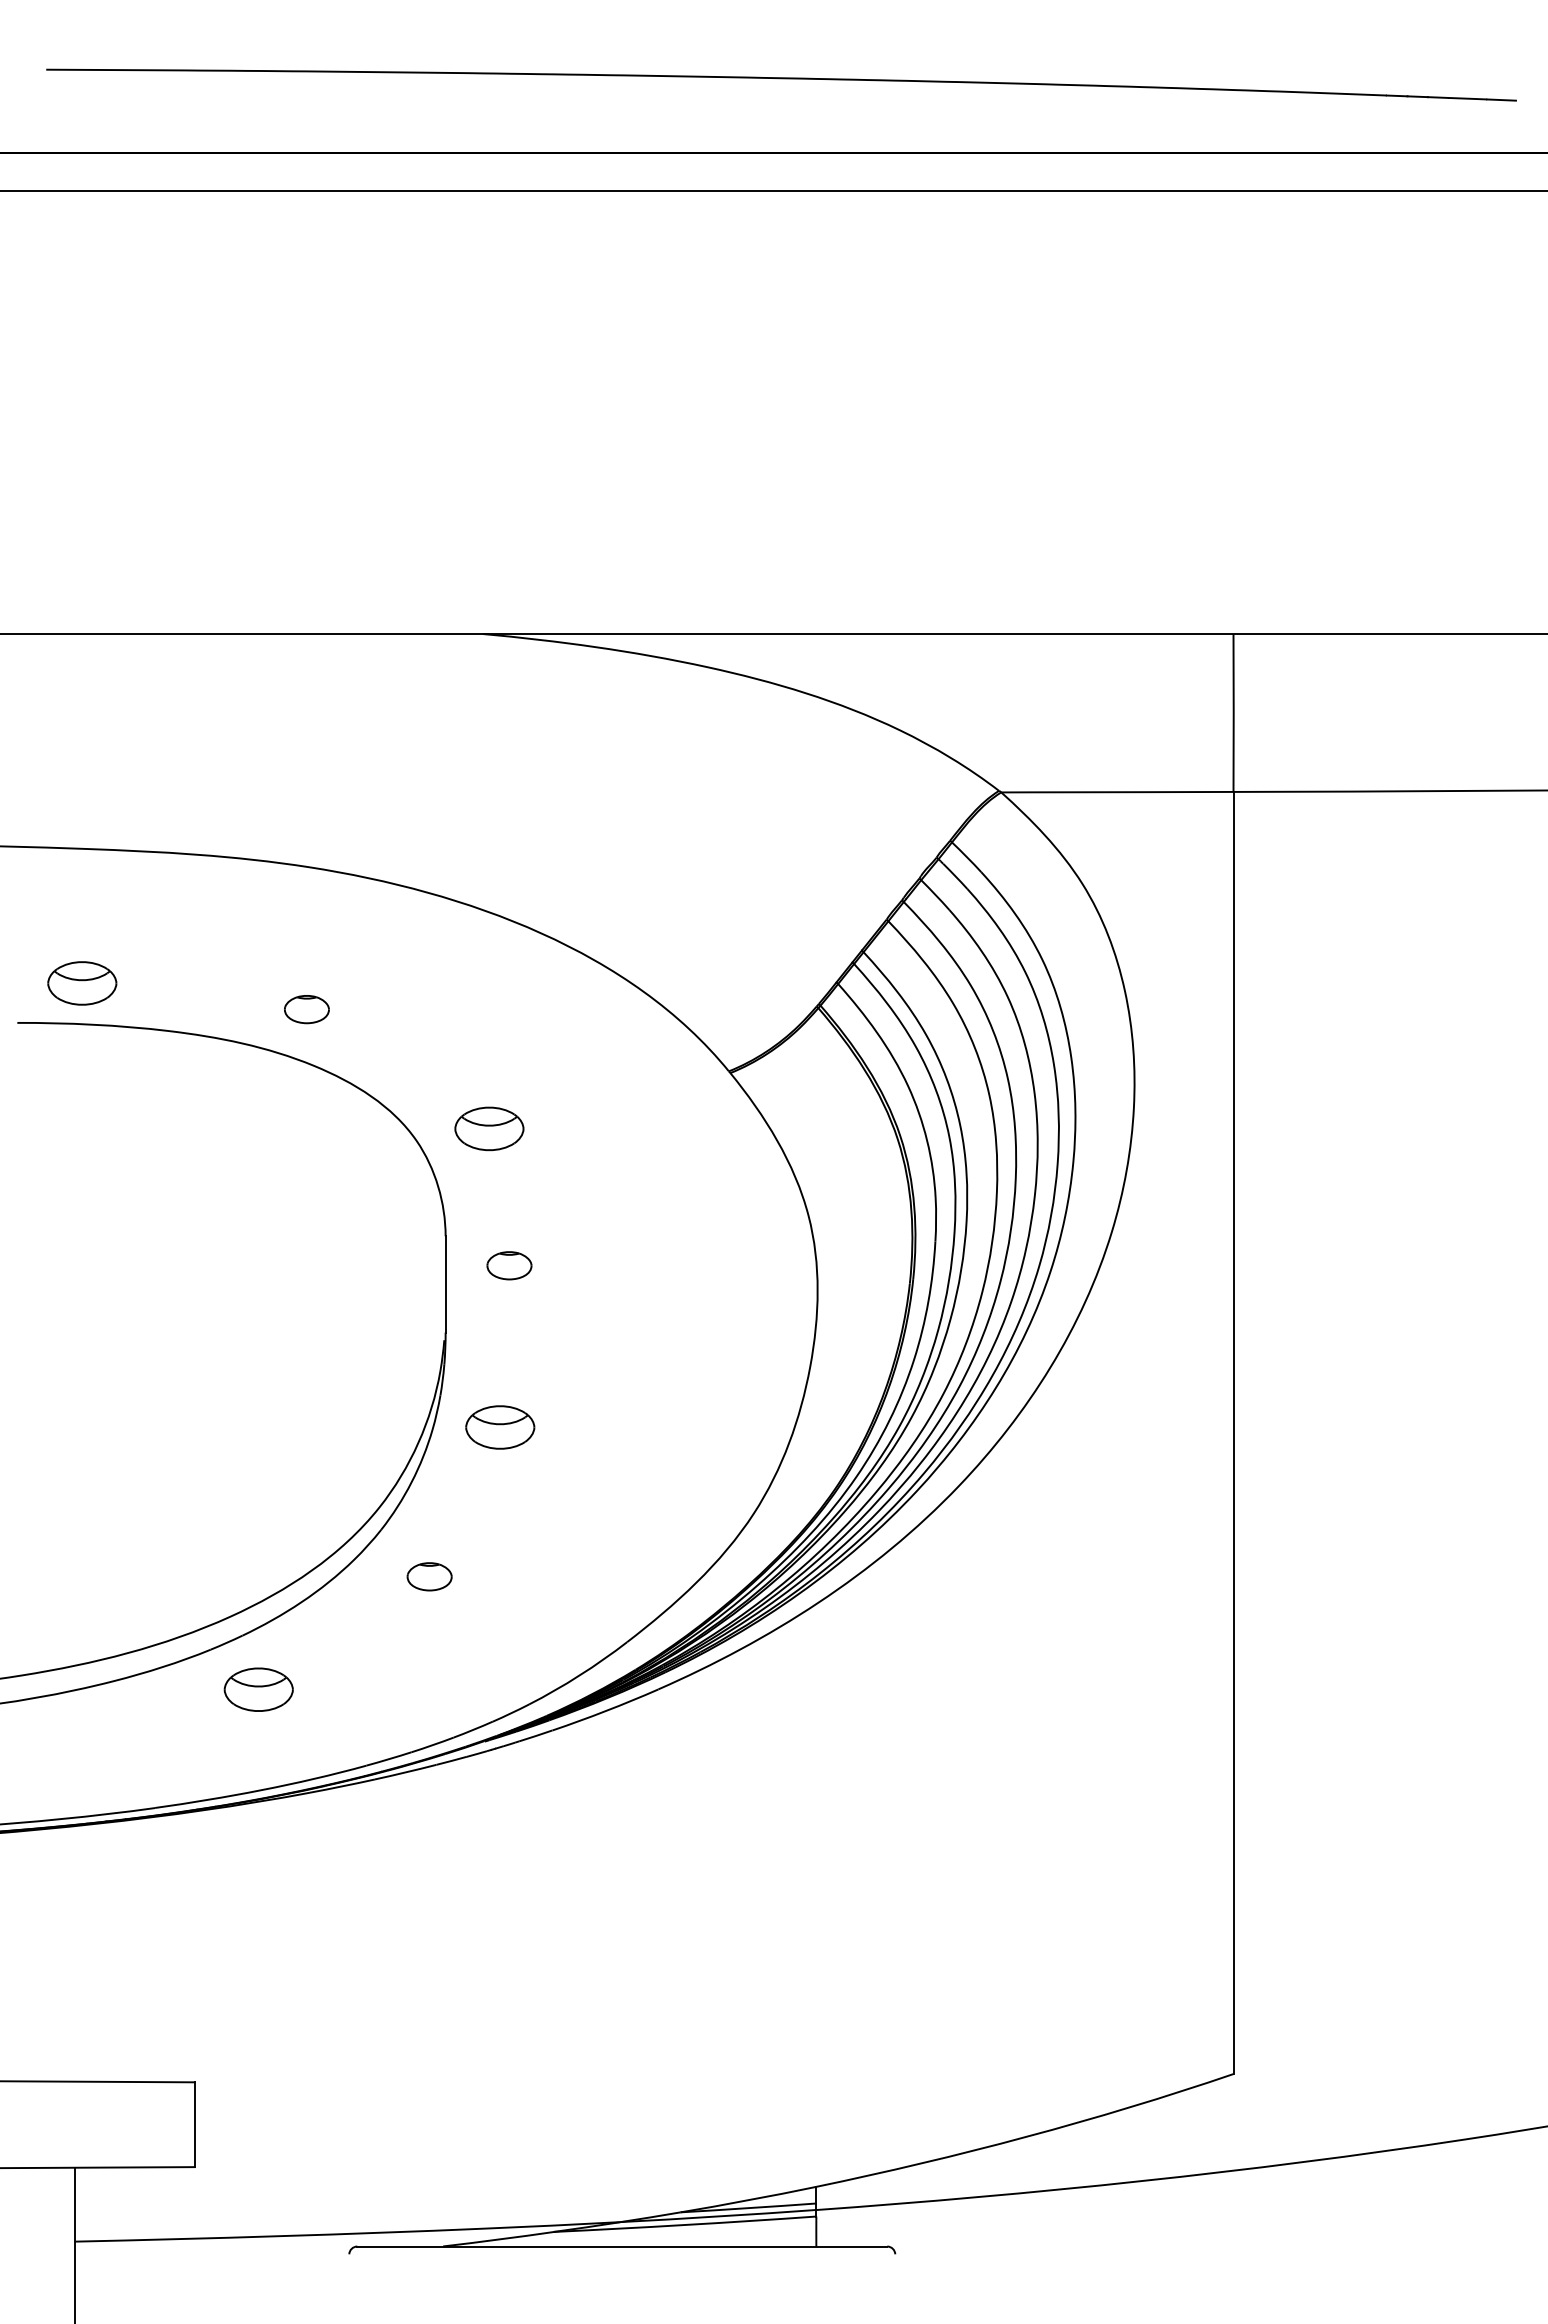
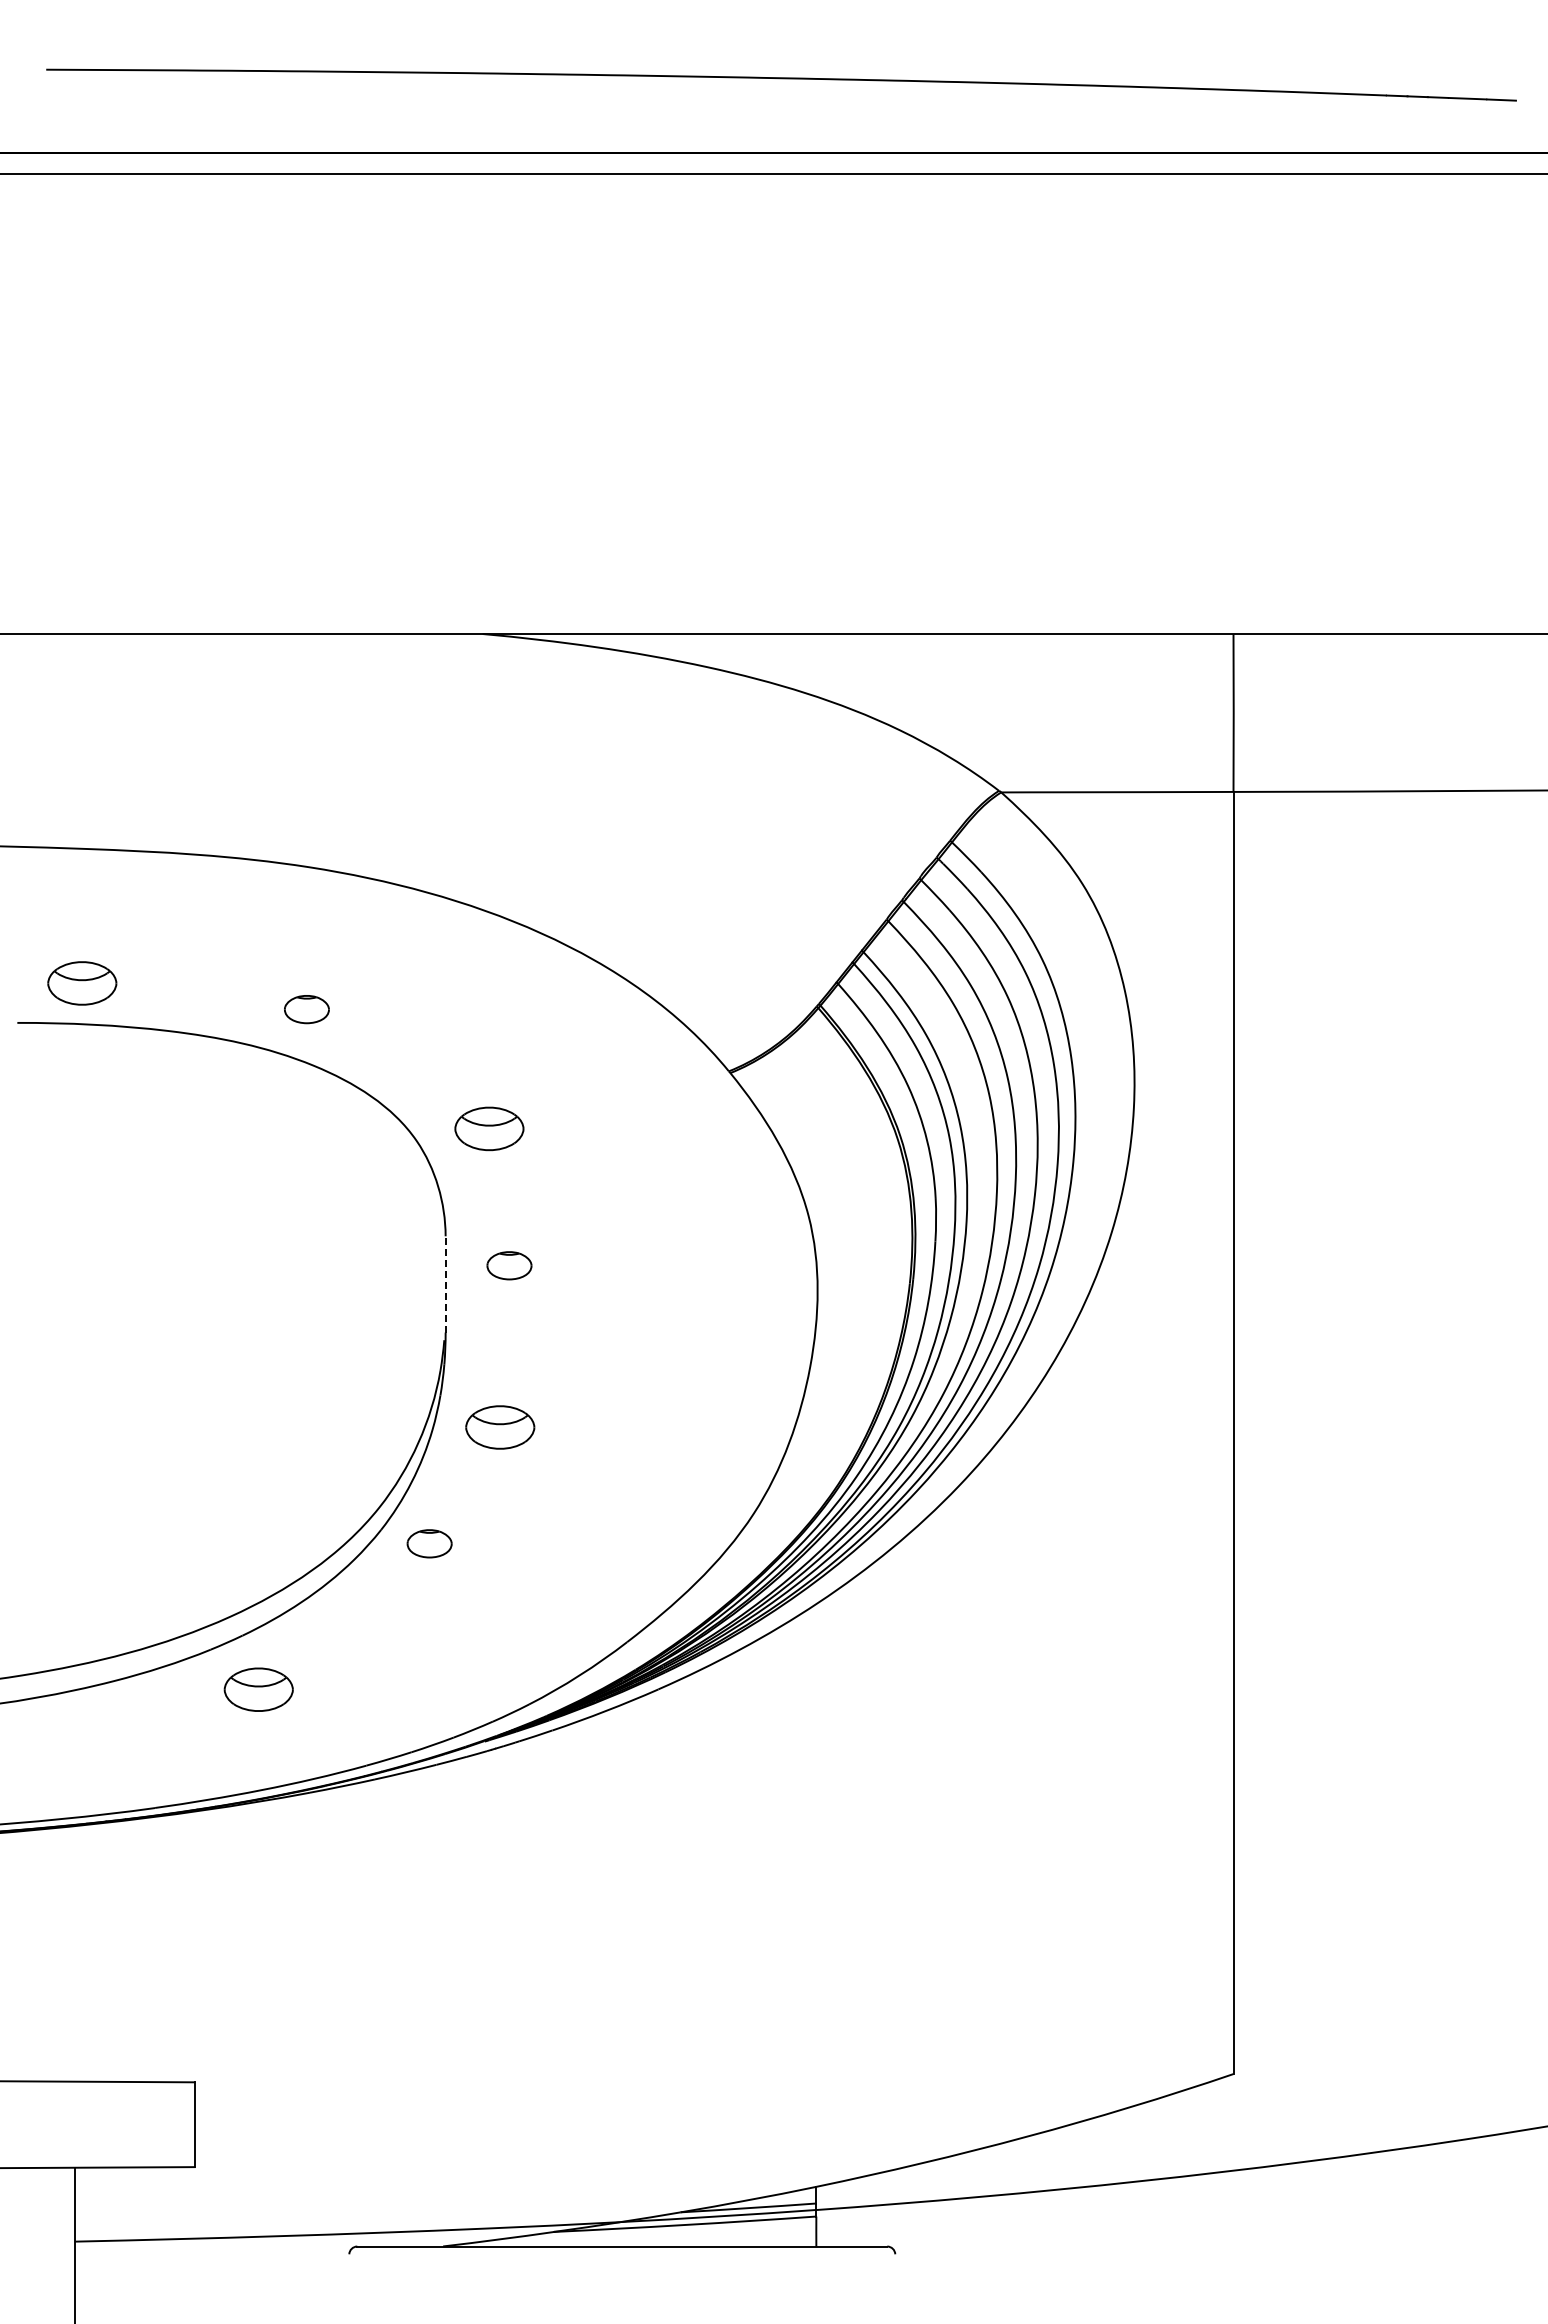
line at (773, 191) position: (773, 191) -> (773, 174)
line at (445, 1283): solid -> dashed
part at (429, 1576) position: (429, 1576) -> (429, 1543)
